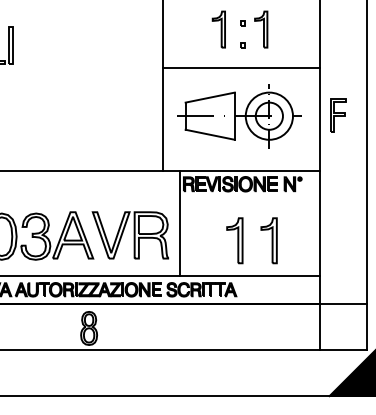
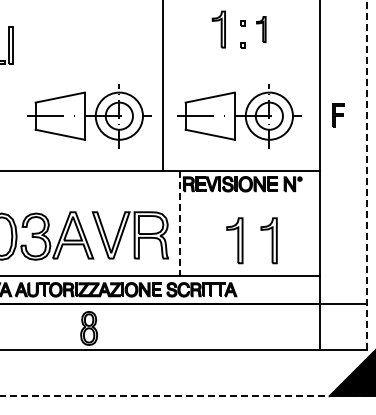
part at (261, 29) size: 15x39 px -> 11x28 px
line at (241, 68): present -> none
part at (338, 115) size: 17x35 px -> 13x25 px
part at (89, 116): none -> present
line at (366, 174): solid -> dashed
line at (179, 223): solid -> dashed
line at (188, 396): solid -> dashed
